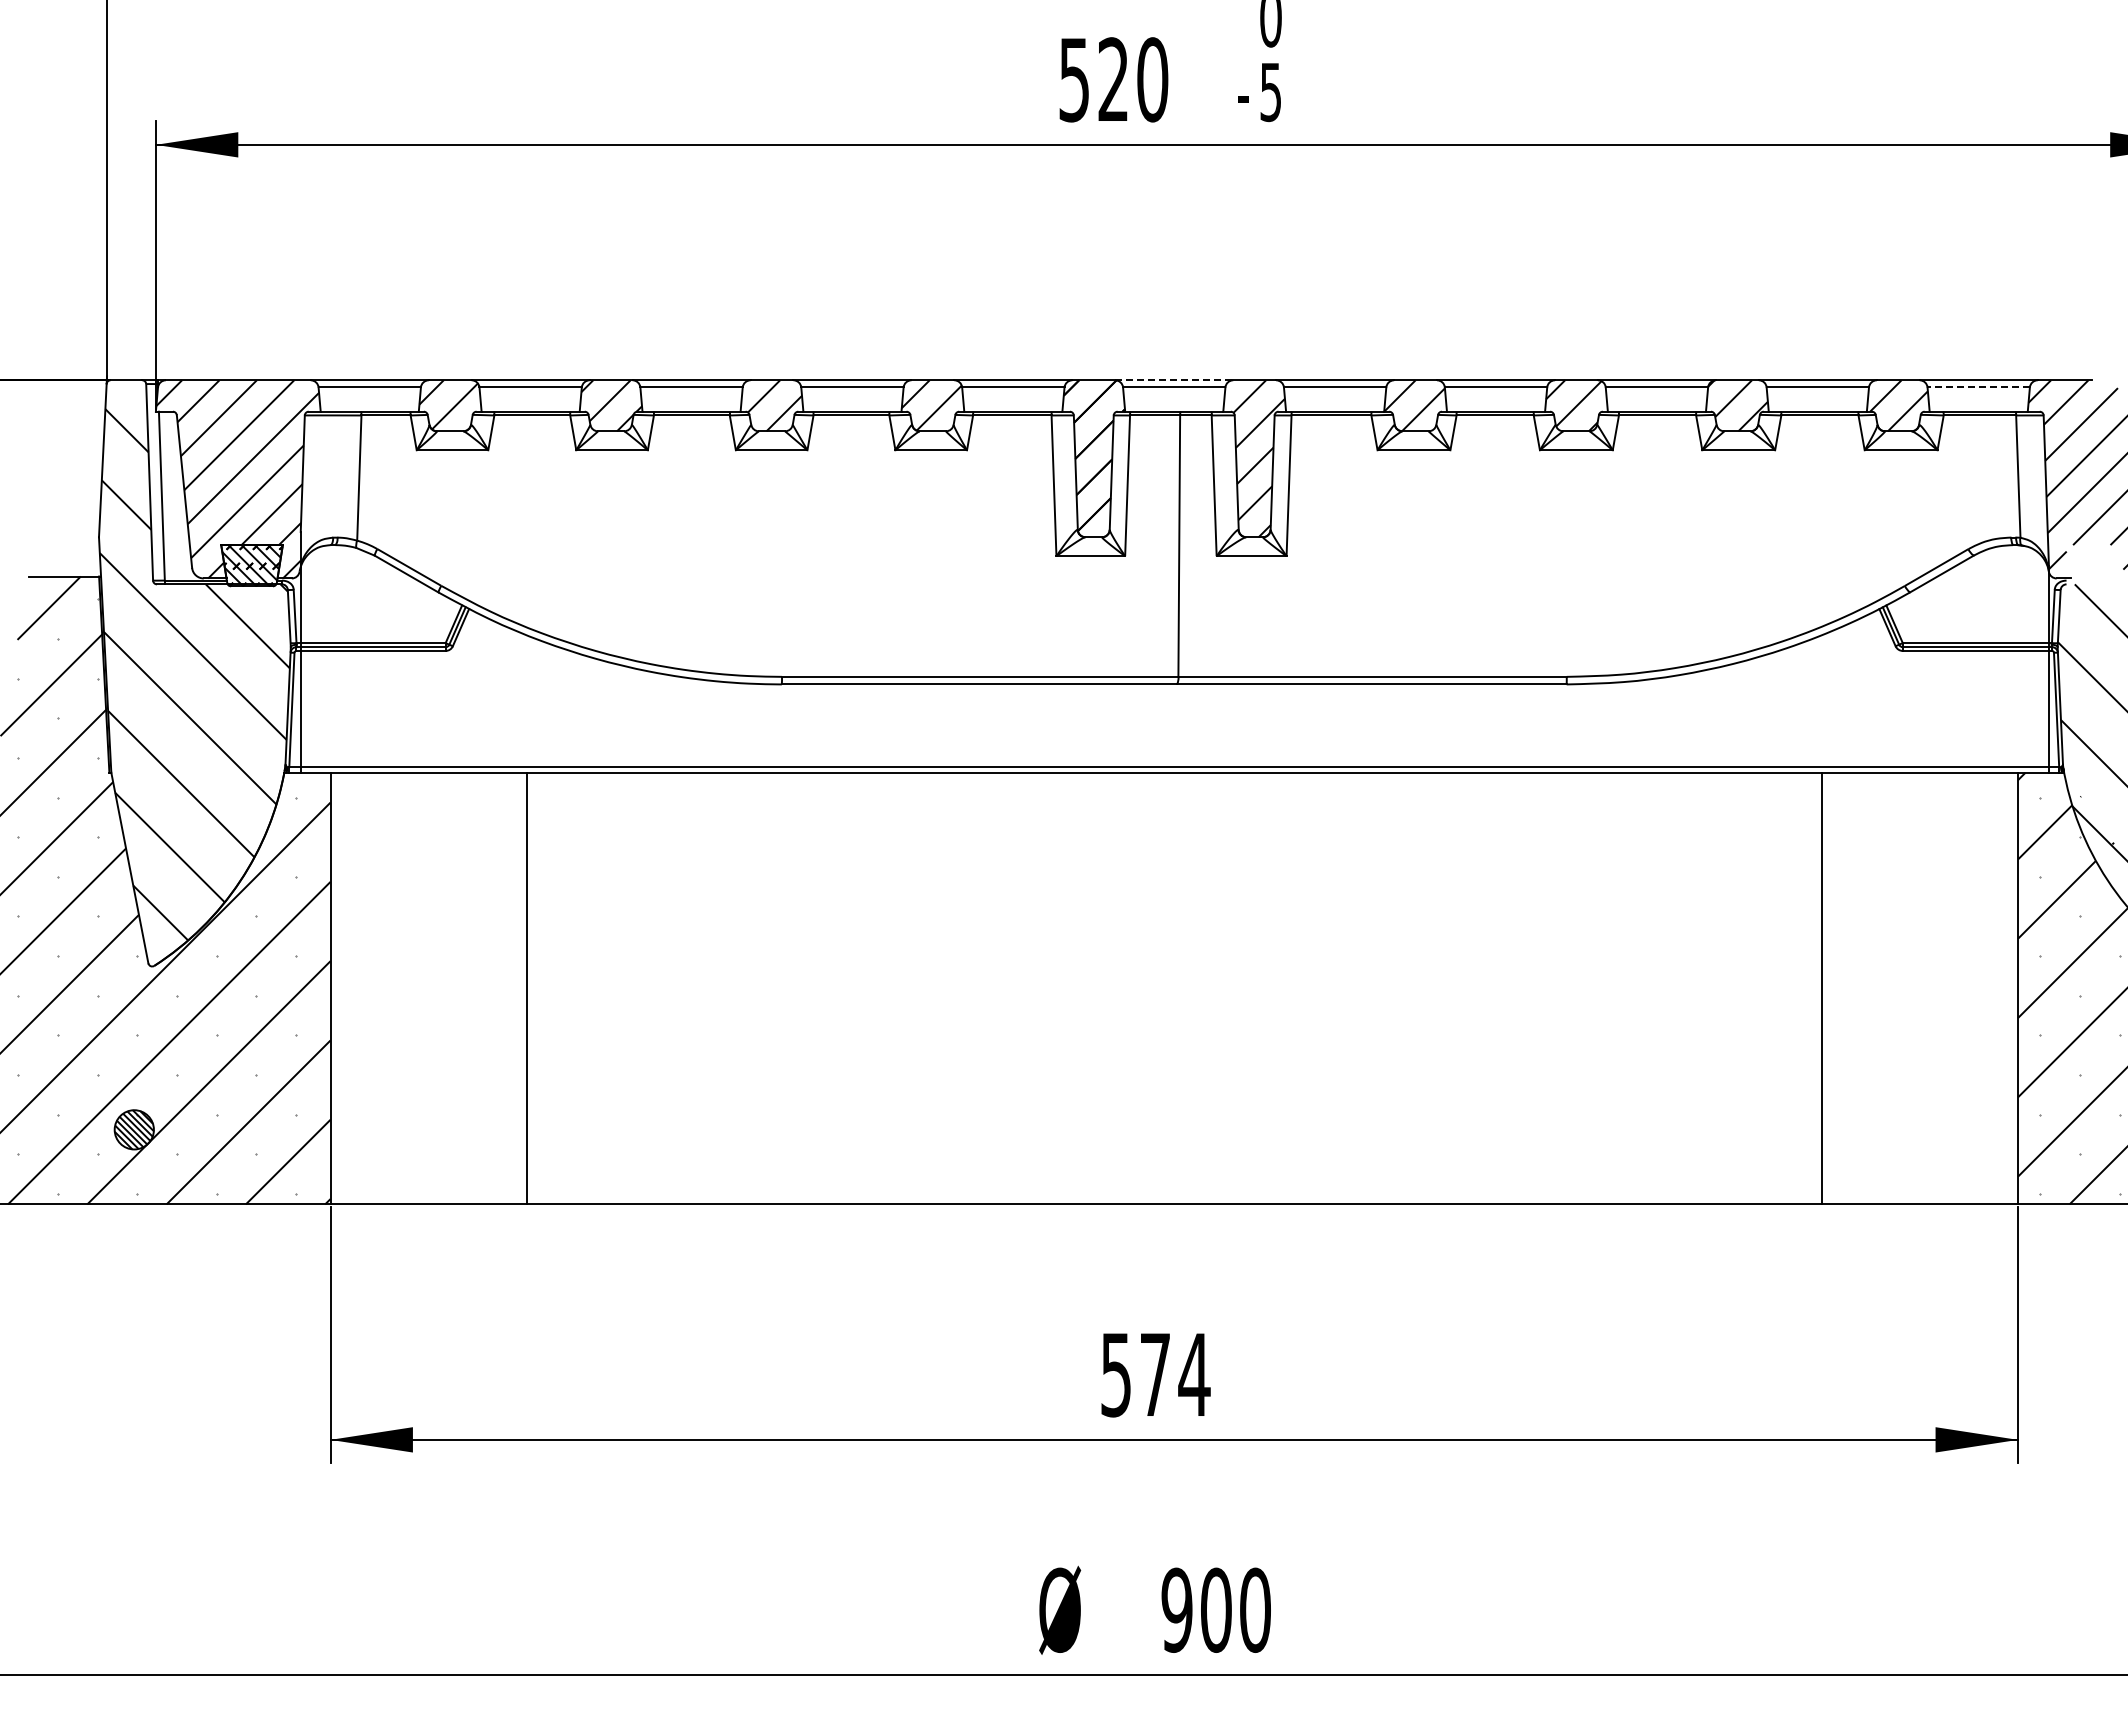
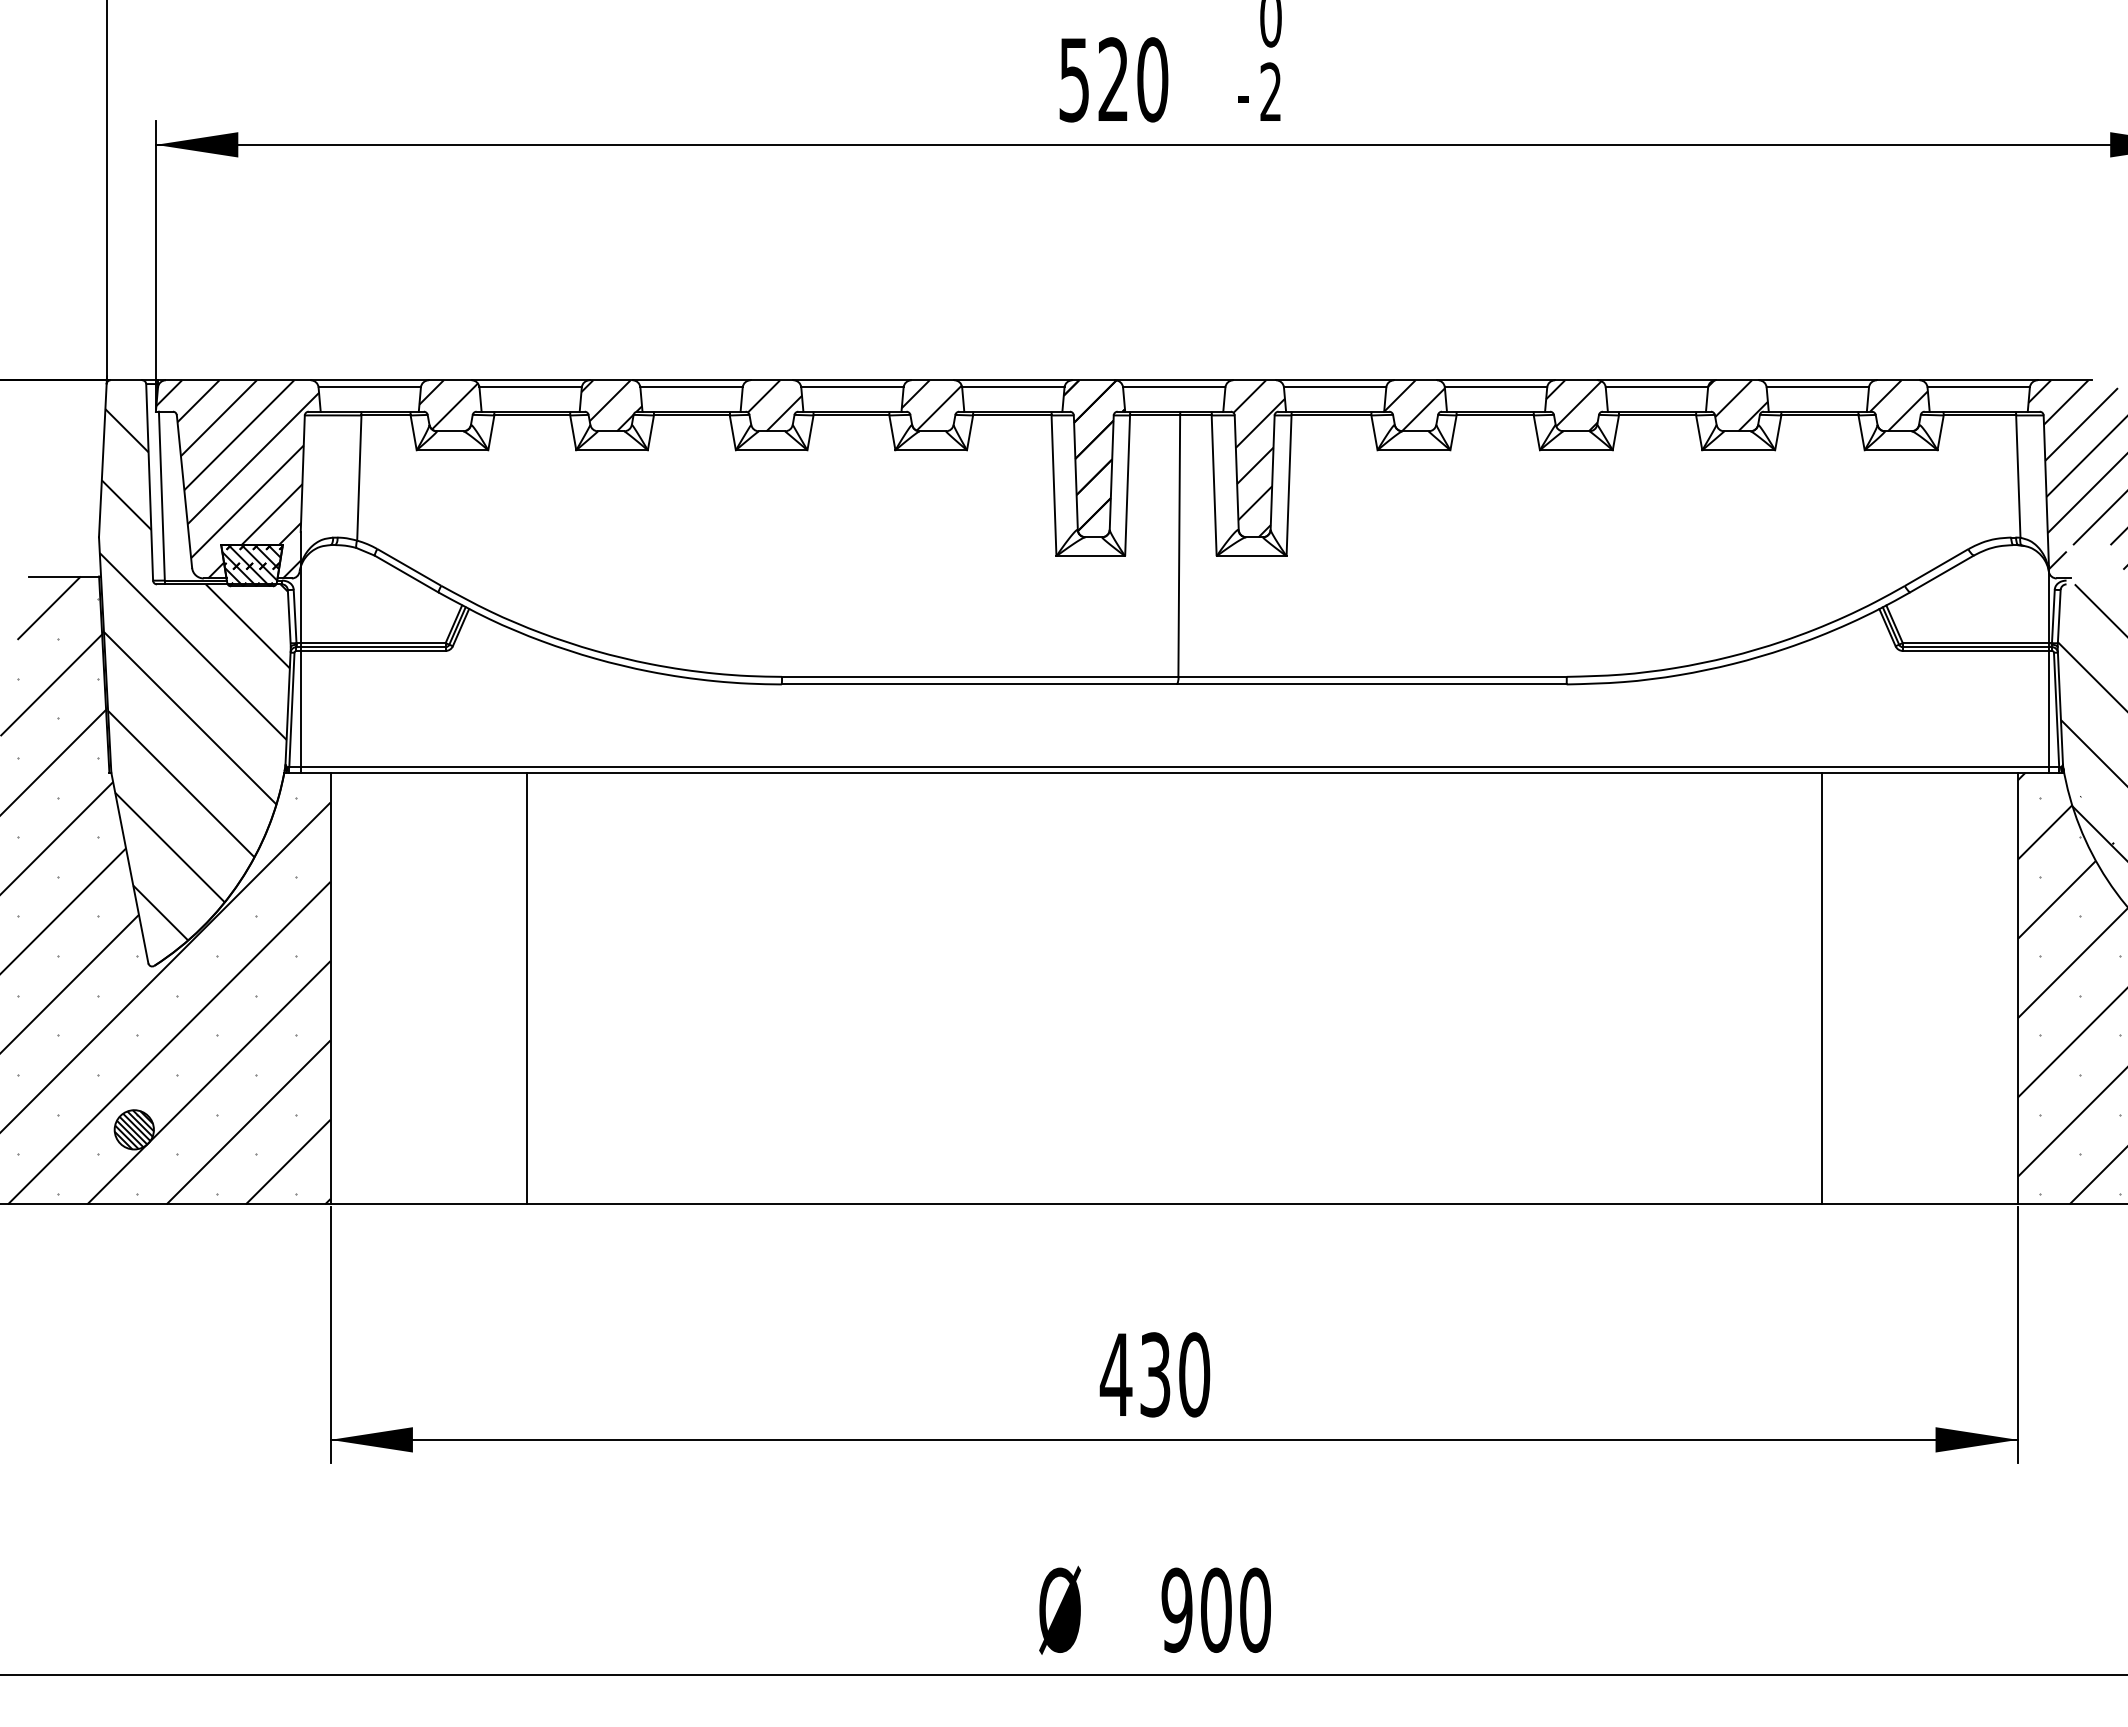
text at (1270, 92): 5 -> 2
line at (1174, 380): dashed -> solid
line at (1978, 387): dashed -> solid
text at (1154, 1374): 574 -> 430
